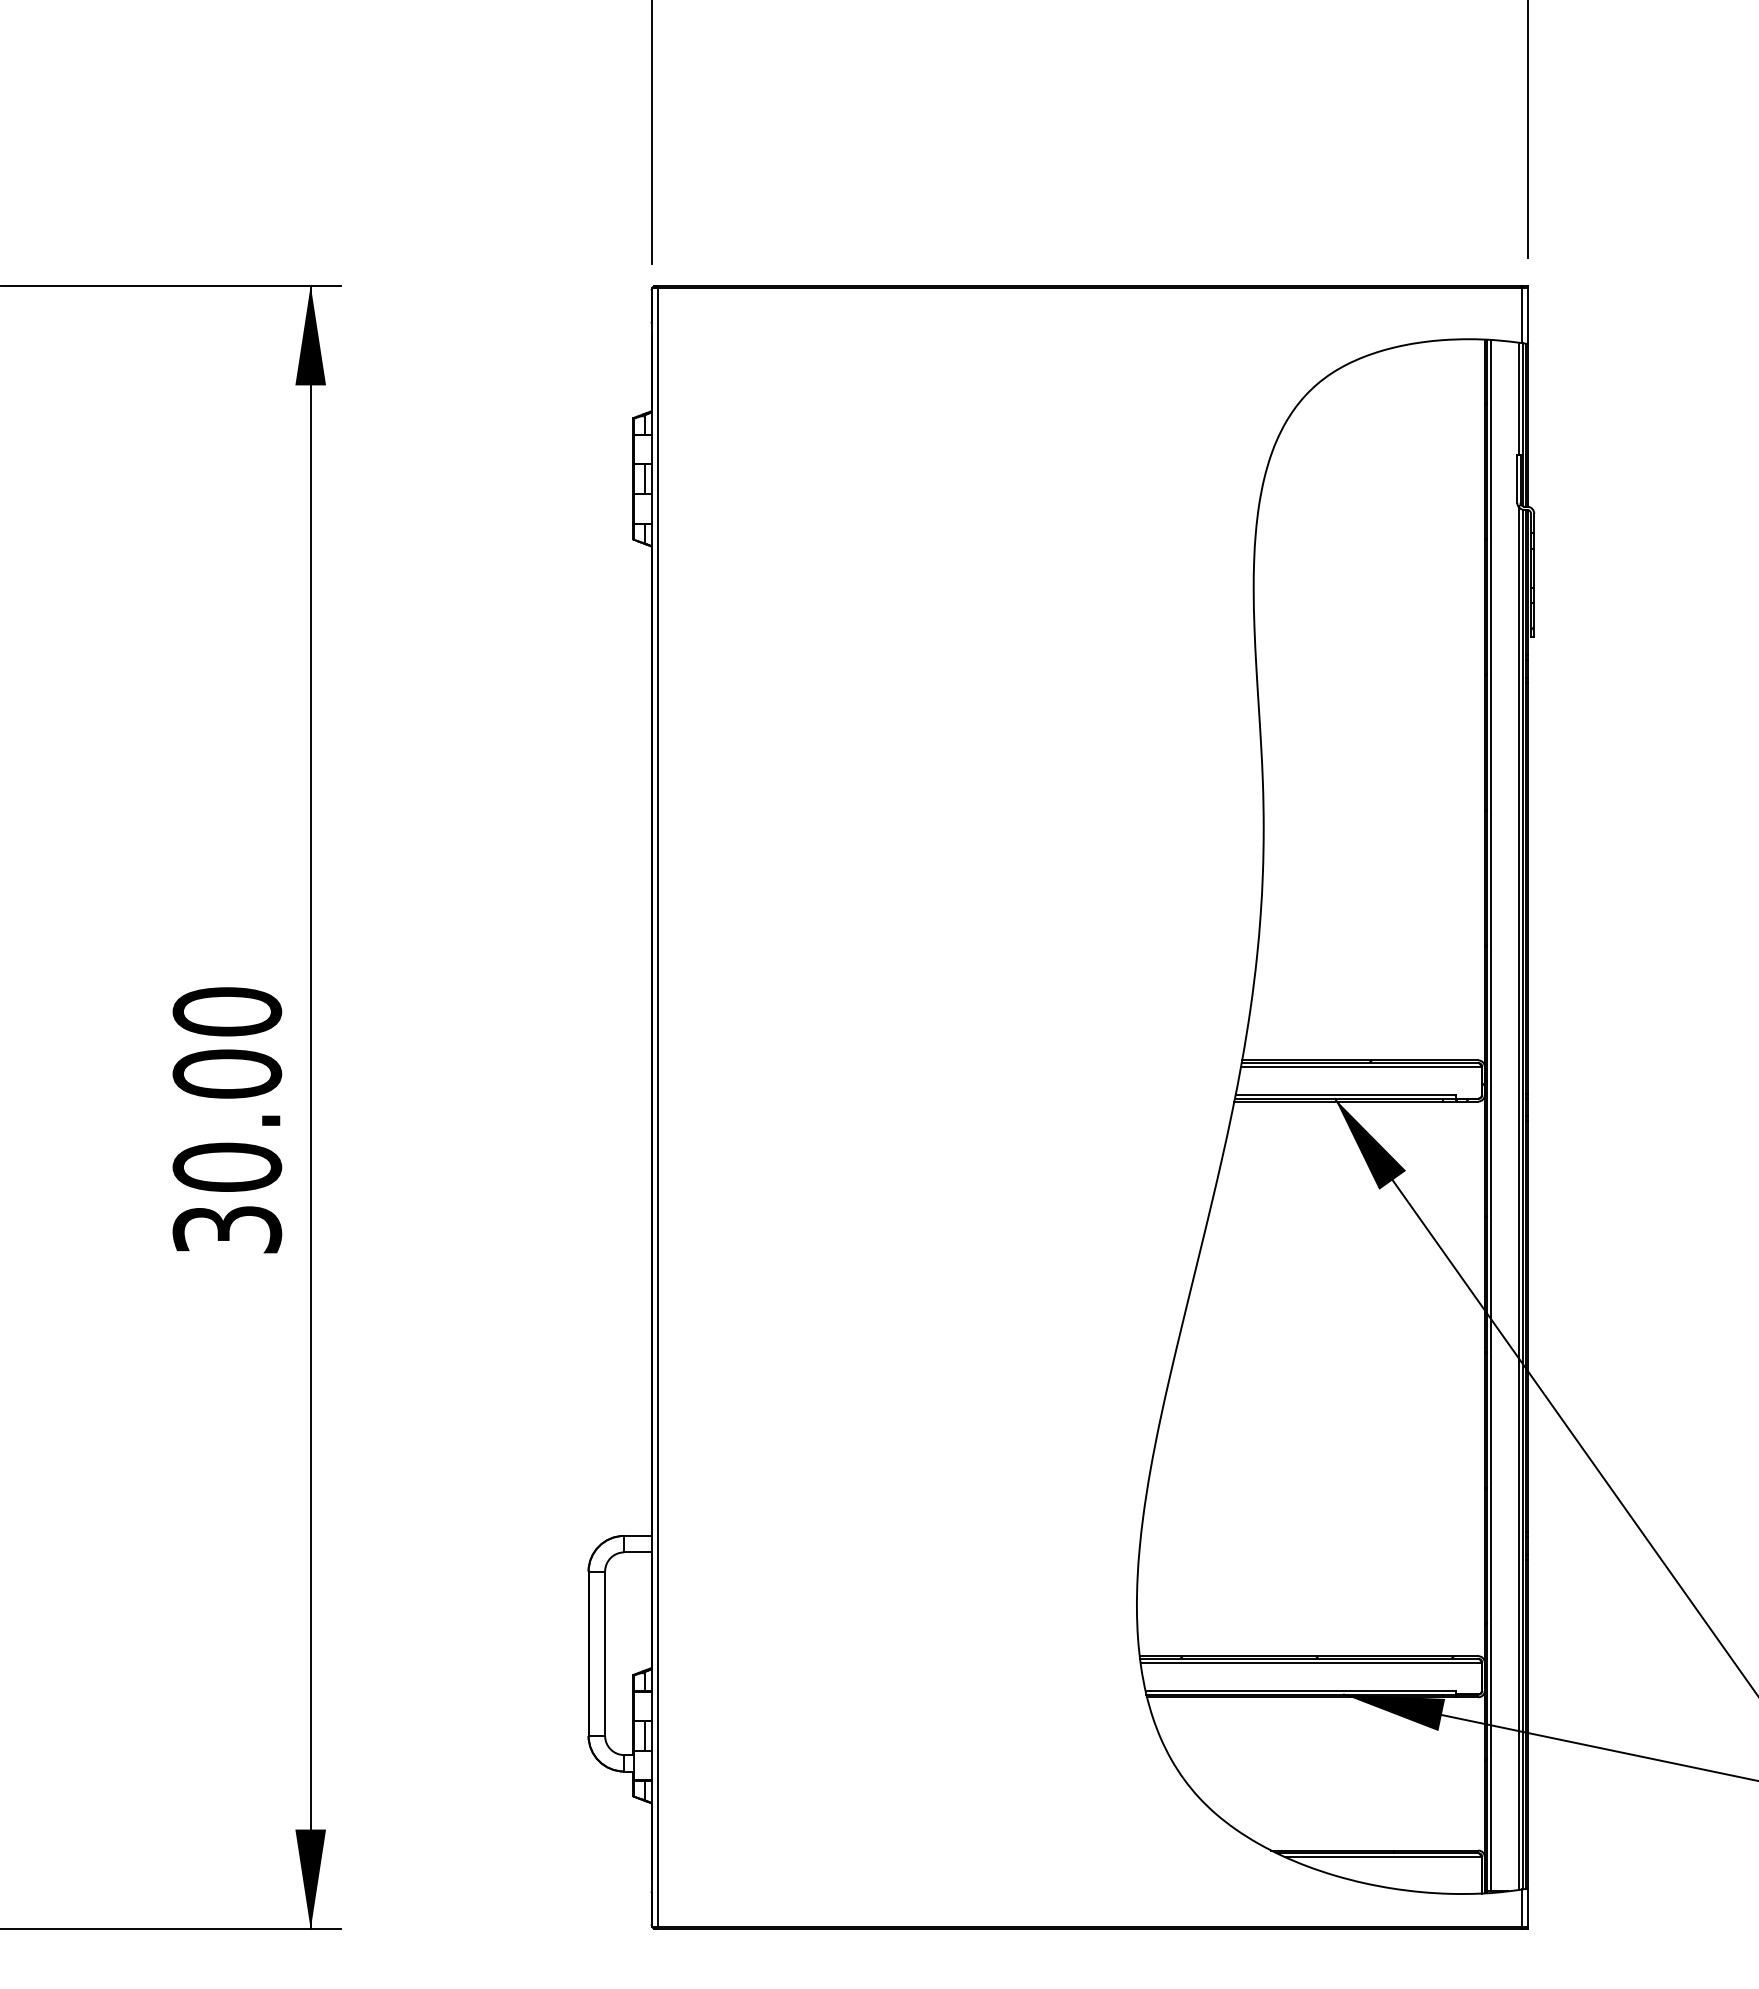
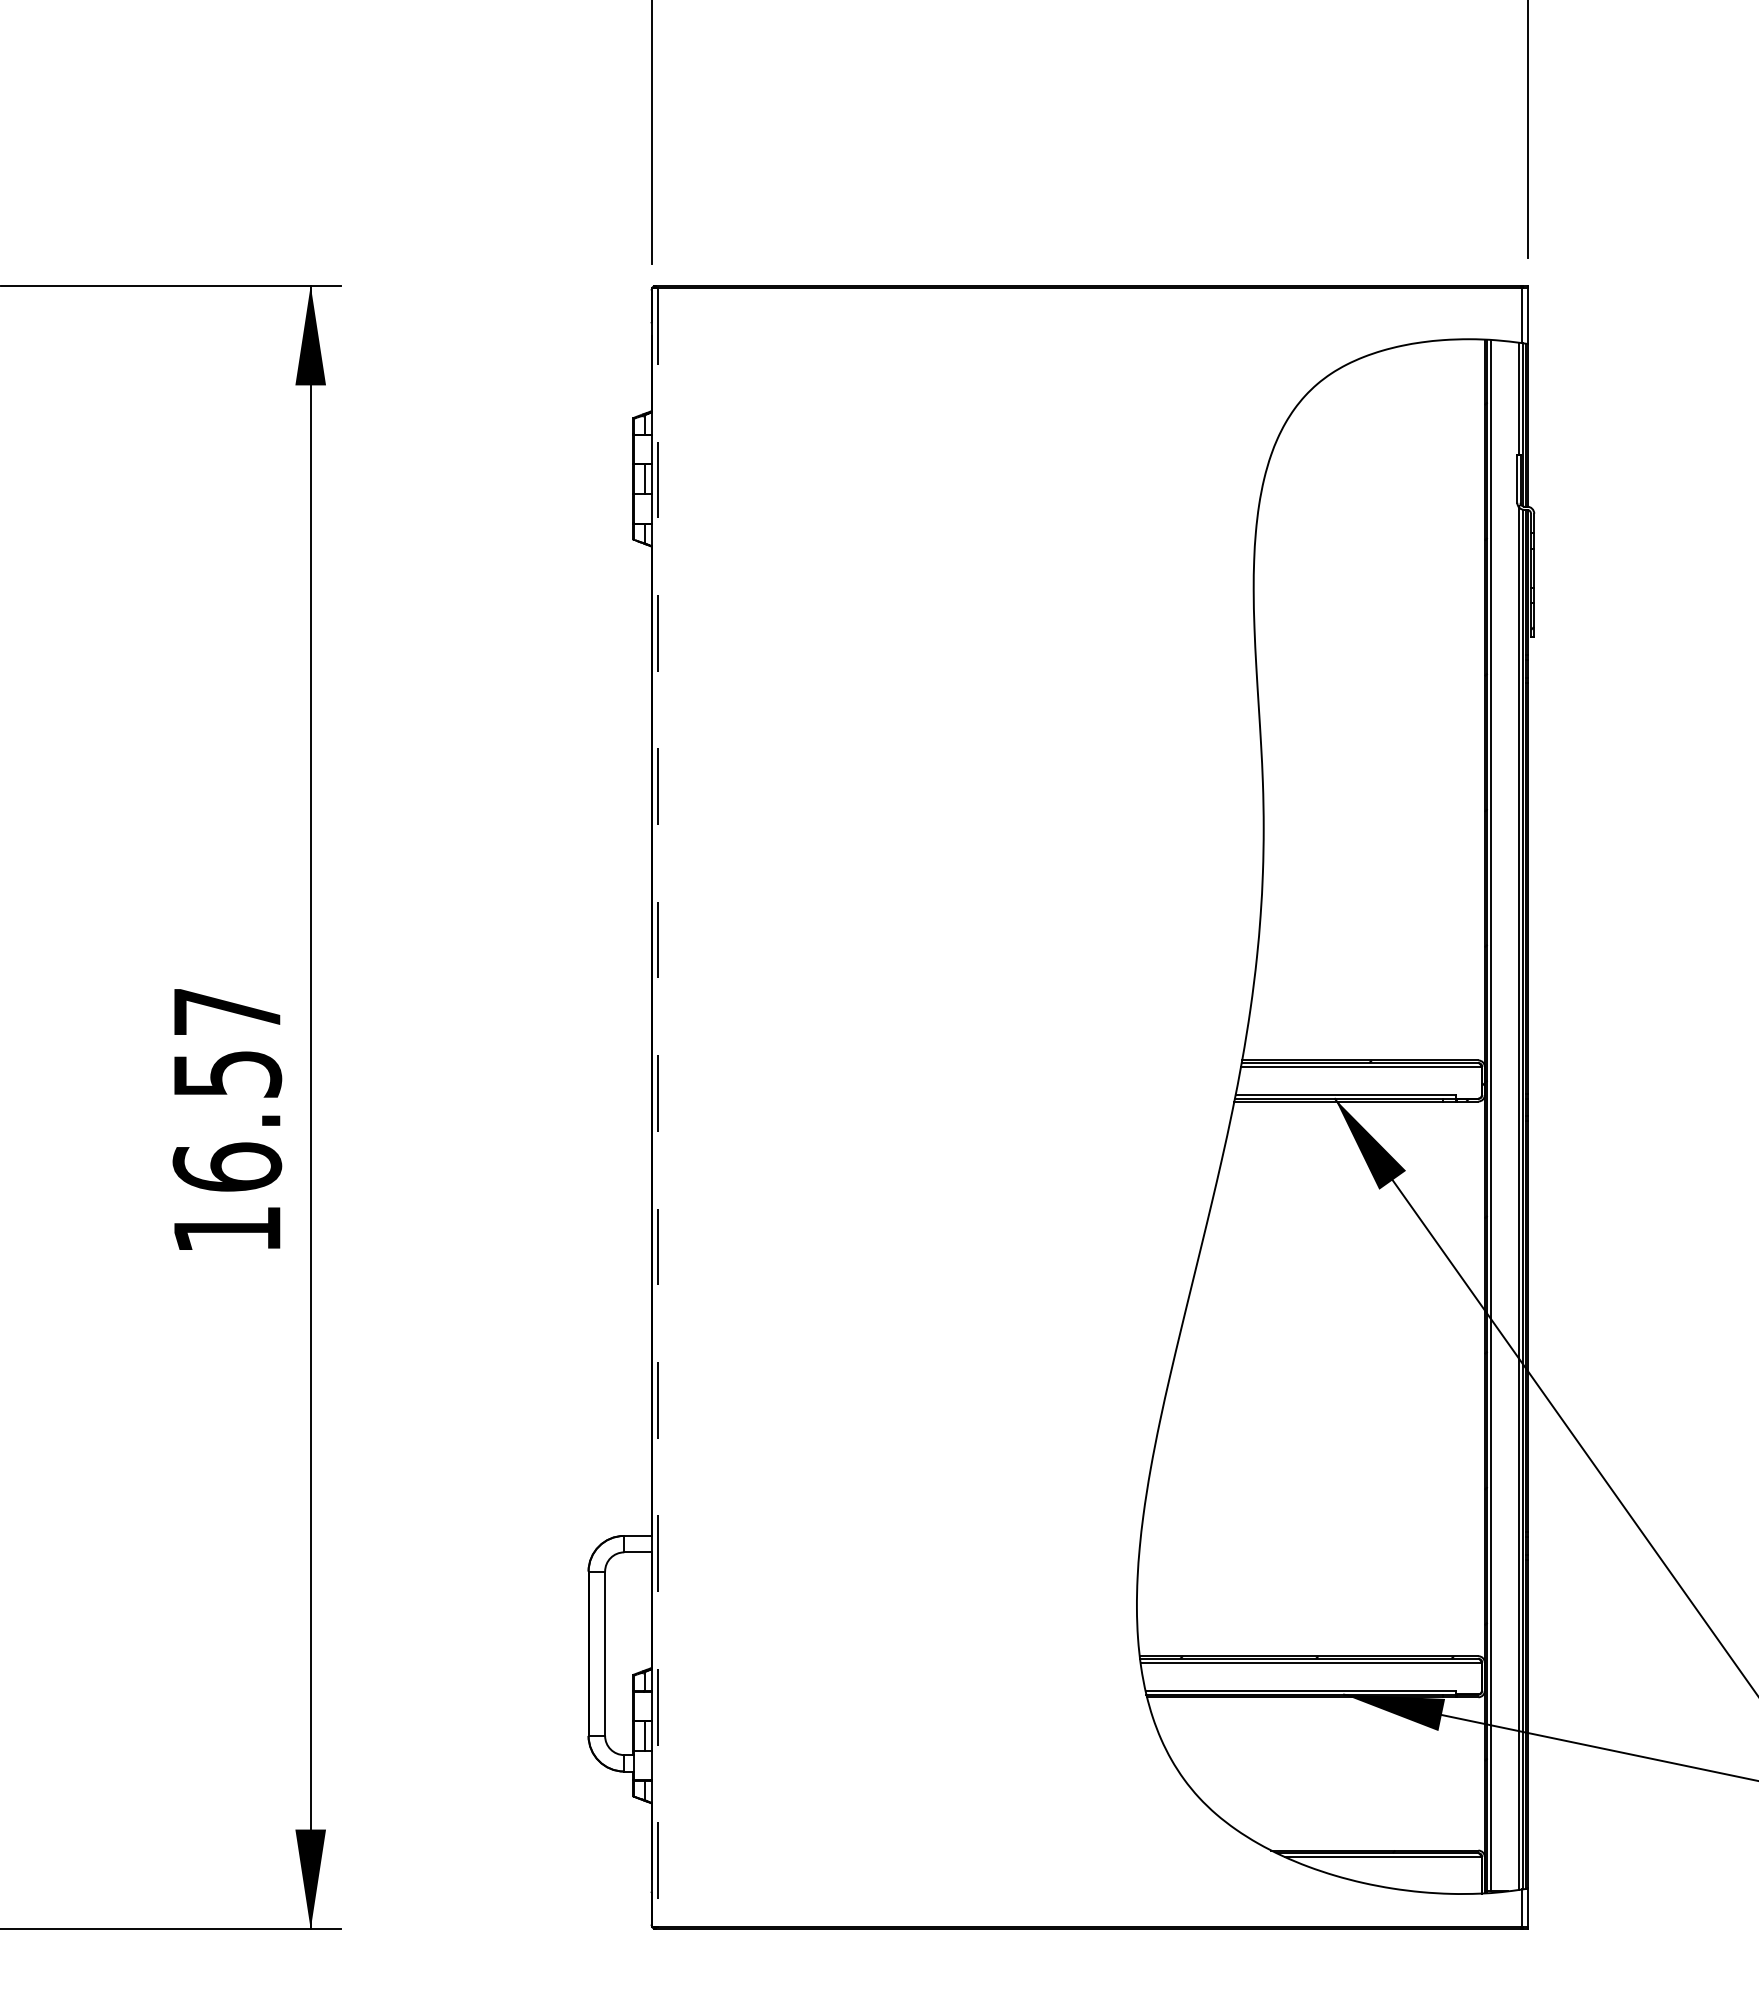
line at (657, 1108): solid -> dashed
text at (227, 1120): 30.00 -> 16.57
